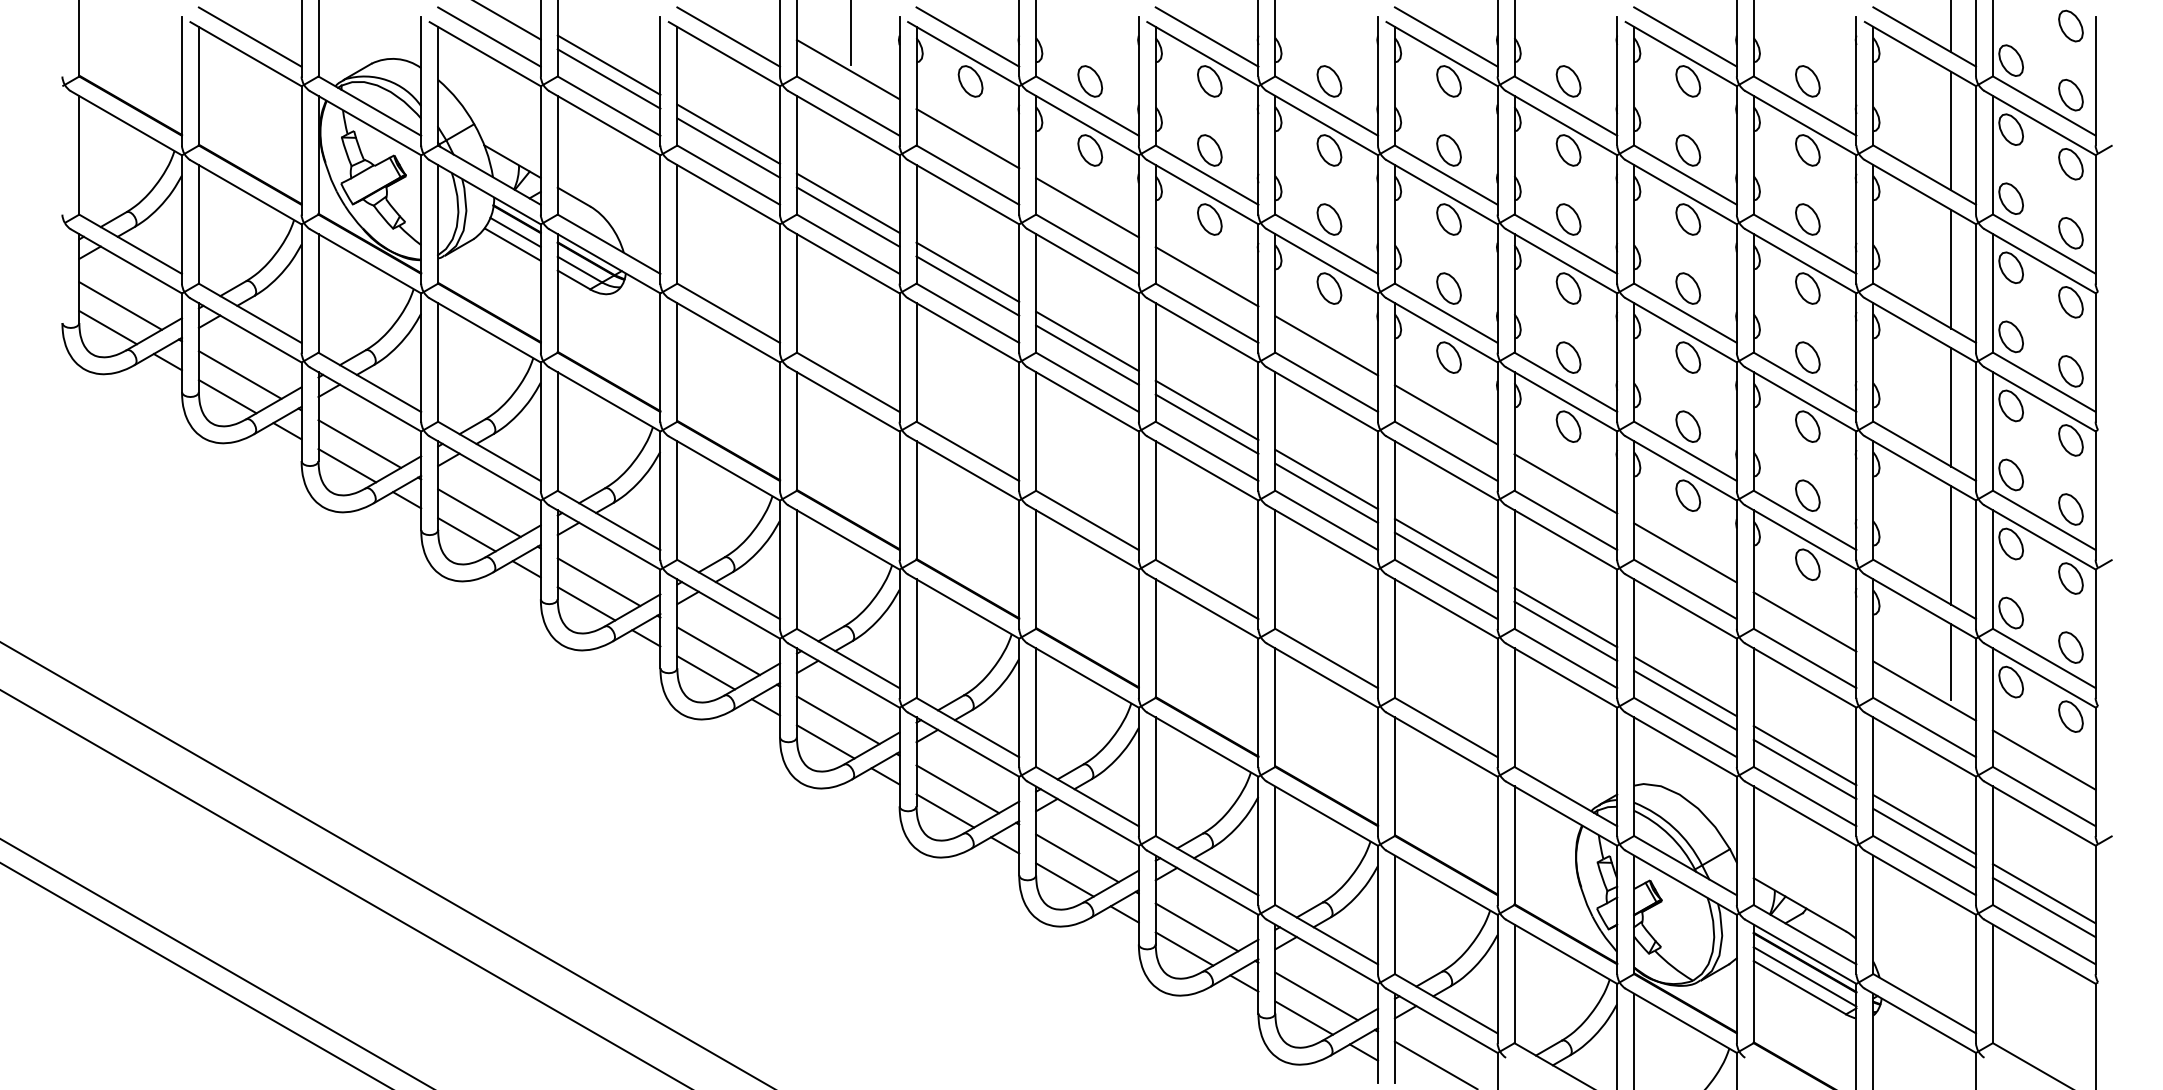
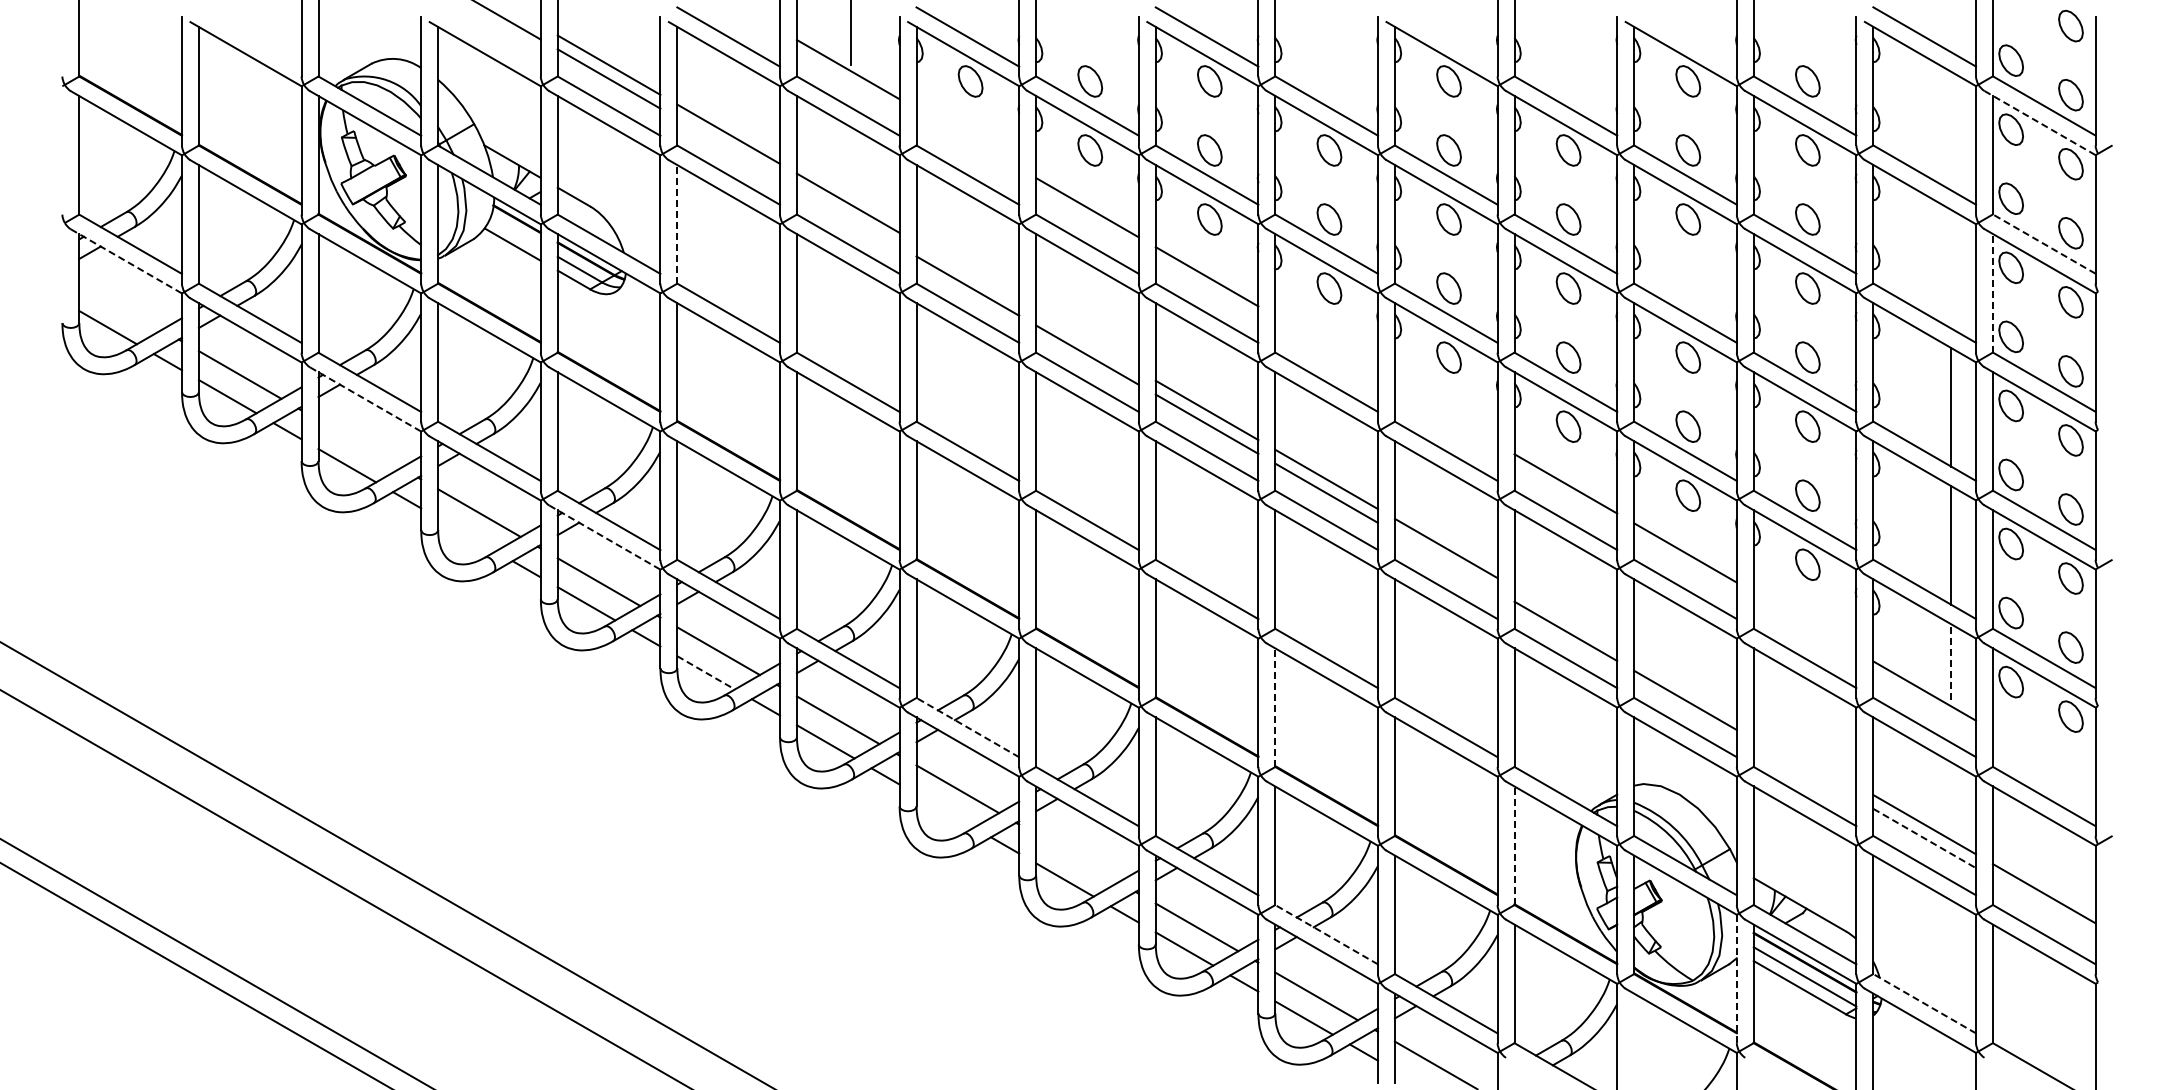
line at (1951, 27): present -> none
line at (249, 36): present -> none
line at (489, 36): present -> none
line at (1445, 36): present -> none
line at (1685, 36): present -> none
part at (1329, 81): present -> none
part at (1568, 81): present -> none
line at (2040, 123): solid -> dashed
line at (1951, 130): present -> none
line at (967, 138): present -> none
line at (728, 147): present -> none
line at (847, 216): present -> none
line at (677, 223): solid -> dashed
line at (515, 232): present -> none
line at (2043, 243): solid -> dashed
line at (126, 261): solid -> dashed
line at (1951, 269): present -> none
line at (967, 271): present -> none
part at (1688, 288): present -> none
line at (1992, 292): solid -> dashed
line at (120, 305): present -> none
line at (1087, 341): present -> none
line at (1326, 345): present -> none
line at (366, 399): solid -> dashed
line at (1445, 414): present -> none
line at (359, 443): present -> none
line at (466, 534): present -> none
line at (605, 537): solid -> dashed
line at (1445, 561): present -> none
line at (1565, 617): present -> none
line at (1804, 621): present -> none
line at (1951, 661): solid -> dashed
line at (706, 673): solid -> dashed
line at (1685, 686): present -> none
line at (1275, 707): solid -> dashed
line at (967, 727): solid -> dashed
line at (1804, 755): present -> none
line at (2043, 759): present -> none
line at (1804, 769): present -> none
line at (945, 810): present -> none
line at (1925, 838): solid -> dashed
line at (1514, 845): solid -> dashed
line at (1077, 858): present -> none
line at (2043, 907): present -> none
line at (1326, 934): solid -> dashed
line at (1736, 979): solid -> dashed
line at (1924, 1003): solid -> dashed
line at (1634, 1039): present -> none
